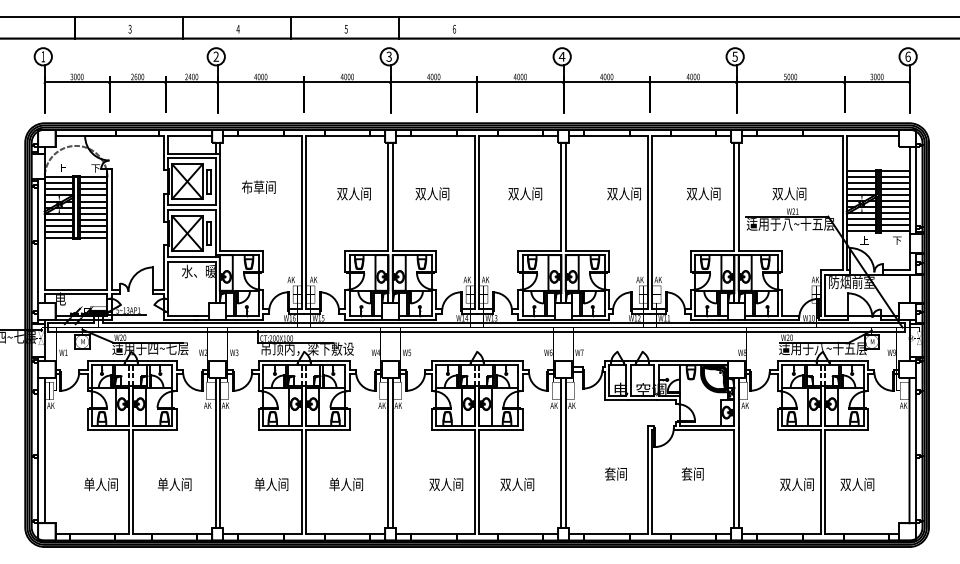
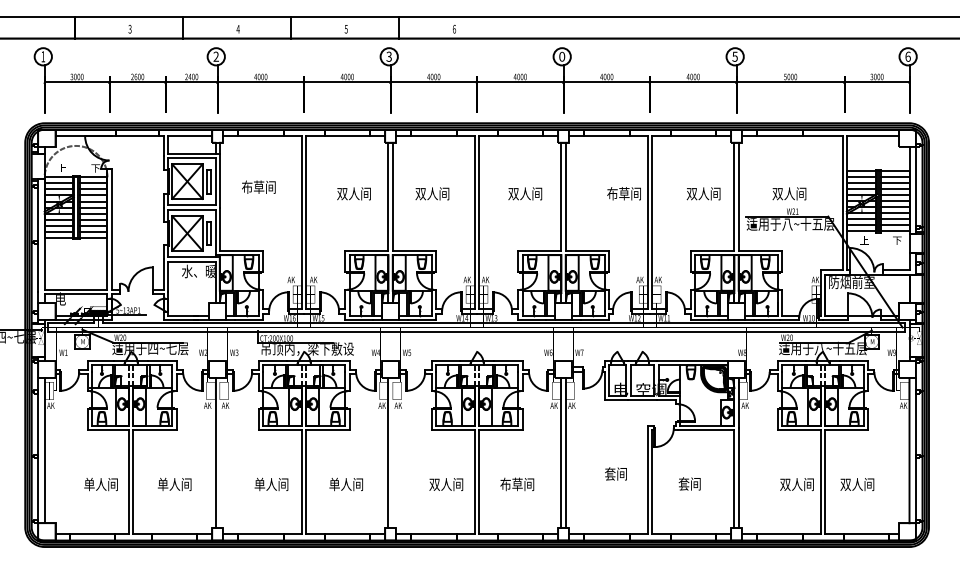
text at (561, 56): 4 -> 0
text at (618, 193): 双人间 -> 布草间
line at (219, 452): present -> none
line at (392, 452): present -> none
text at (692, 473) position: (692, 473) -> (689, 483)
text at (511, 484): 双人间 -> 布草间
